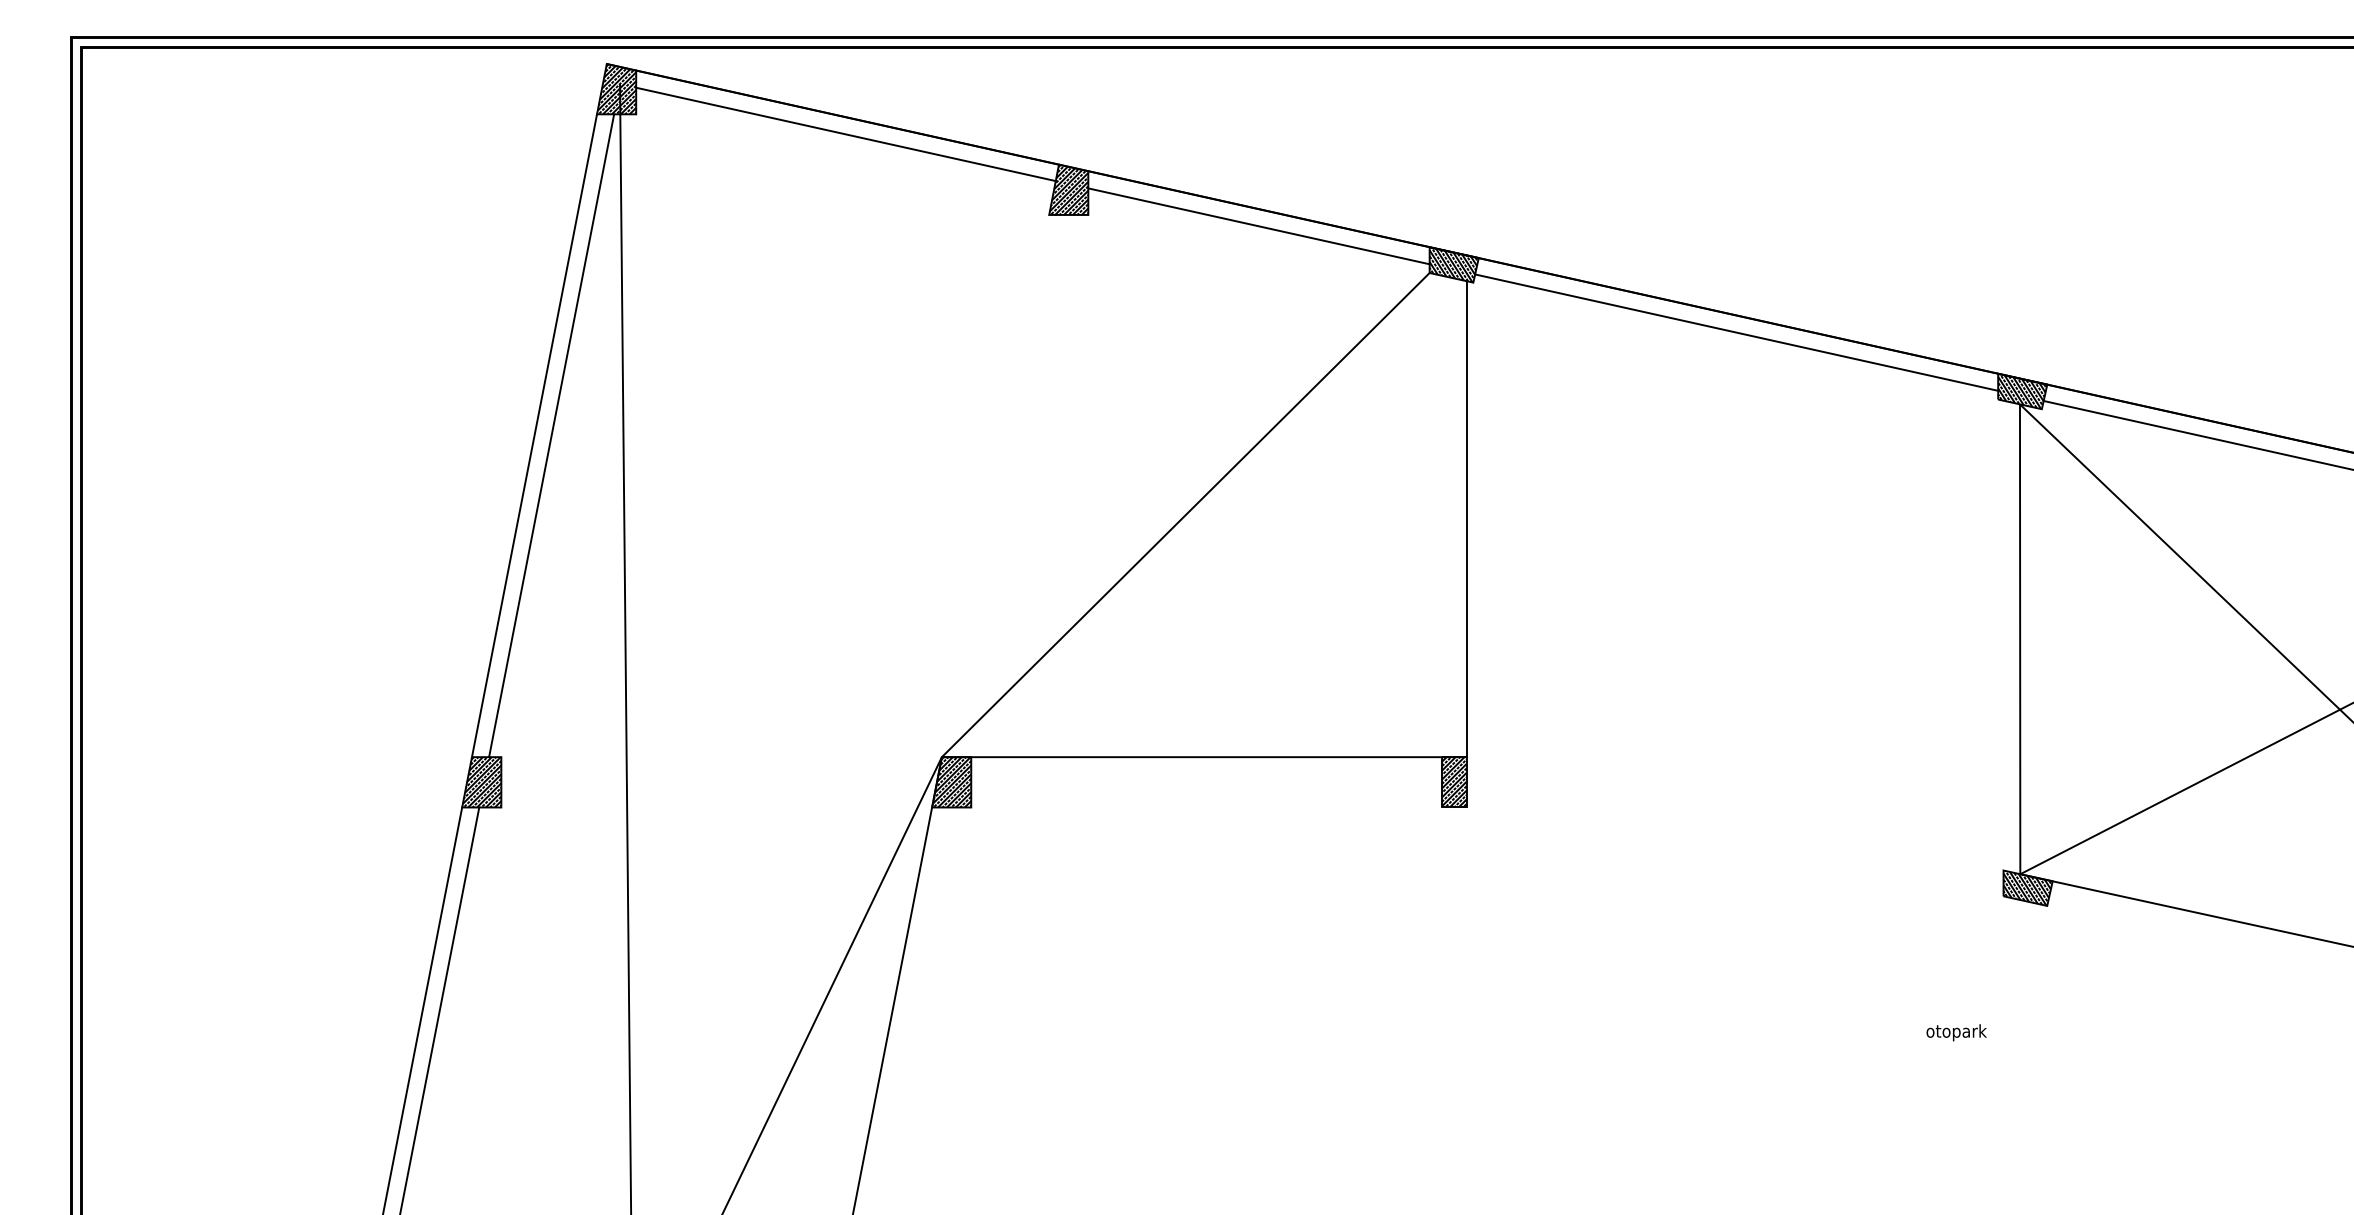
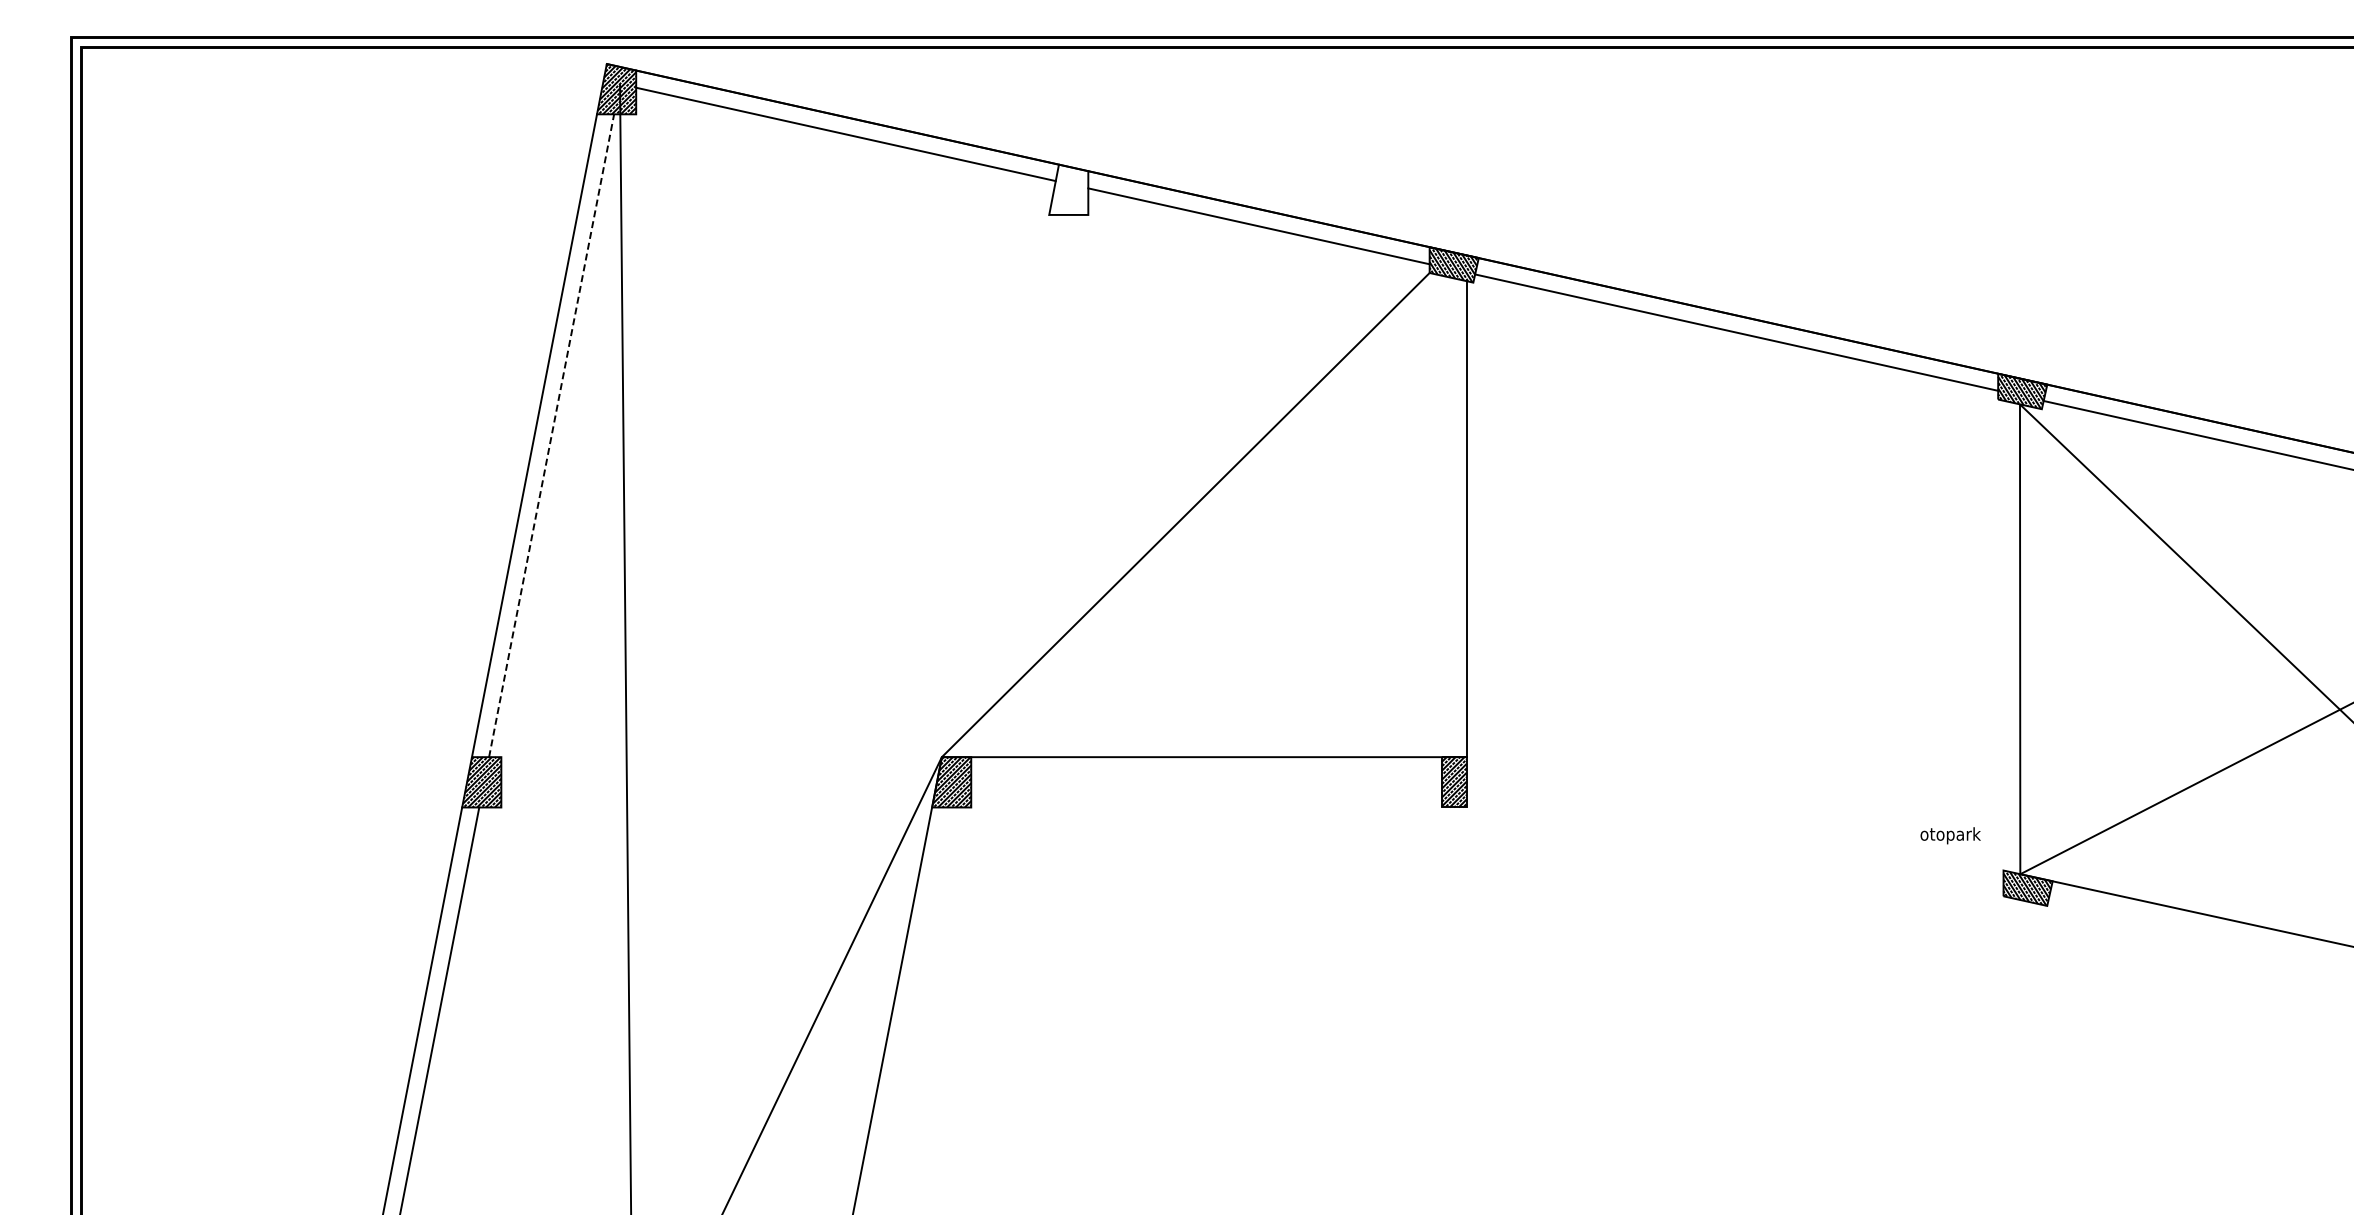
hatch at (1068, 189): present -> none
line at (551, 435): solid -> dashed
text at (1956, 1032) position: (1956, 1032) -> (1950, 835)
